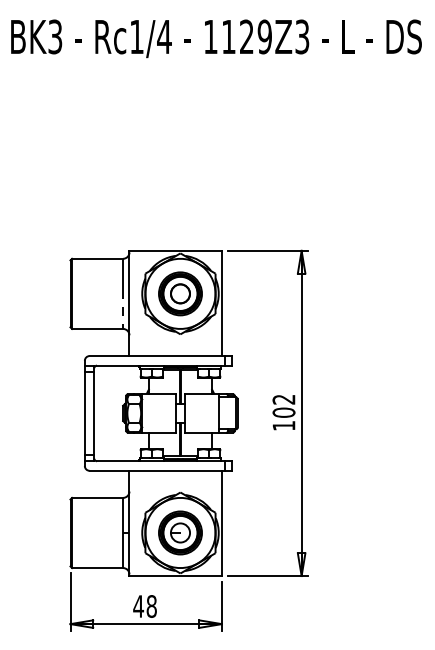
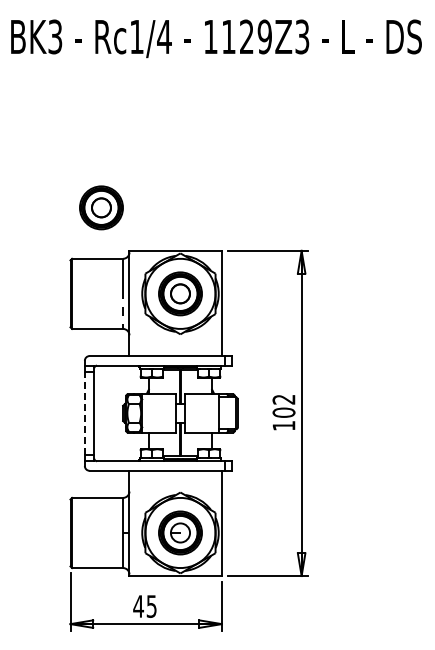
part at (101, 207): none -> present
line at (84, 412): solid -> dashed
text at (151, 606): 48 -> 45
